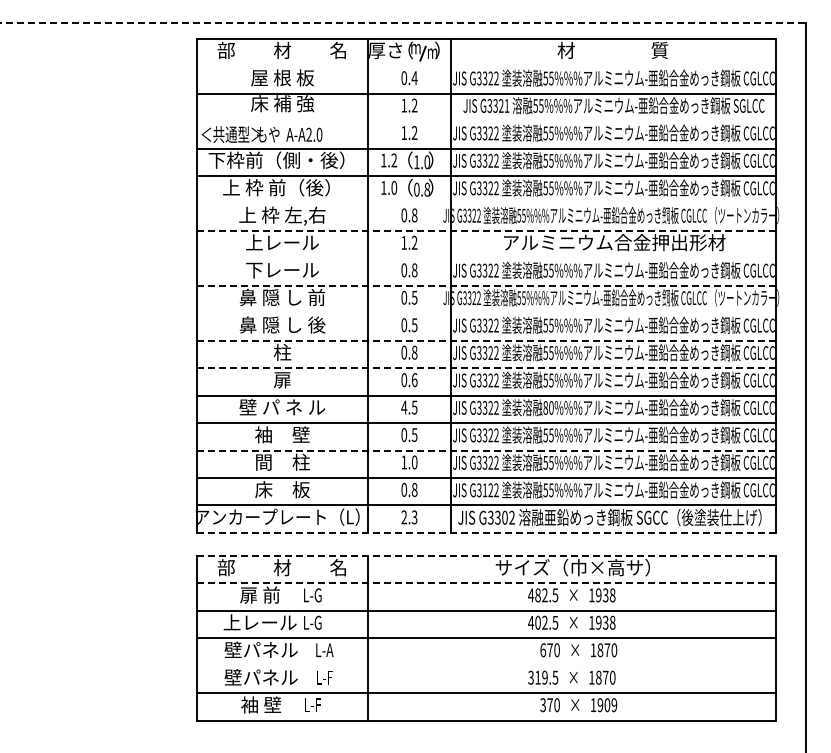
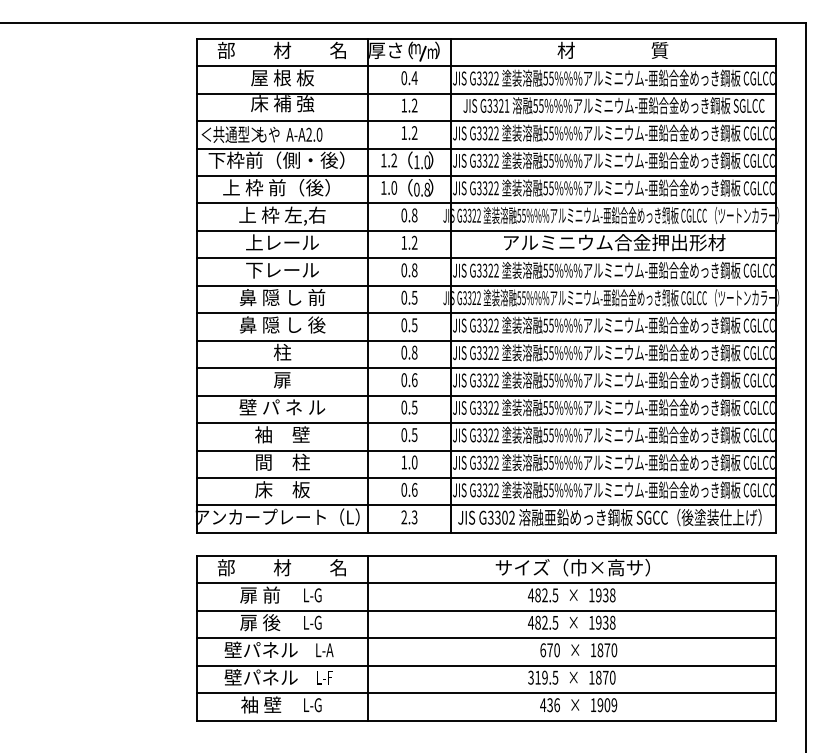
line at (403, 22): dashed -> solid
line at (485, 66): none -> present
line at (485, 121): none -> present
line at (485, 203): none -> present
line at (486, 230): dashed -> solid
line at (485, 258): none -> present
line at (486, 285): dashed -> solid
line at (485, 313): none -> present
line at (486, 340): dashed -> solid
line at (486, 368): dashed -> solid
text at (404, 407): 4.5 -> 0.5
text at (548, 407): 80%%% -> 55%%%
line at (486, 450): dashed -> solid
text at (414, 489): 0.8 -> 0.6
text at (484, 490): G3122 -> G3322
line at (486, 532): dashed -> solid
line at (486, 555): dashed -> solid
line at (486, 583): dashed -> solid
text at (259, 622): 上レール -> 扉 後
text at (537, 622): 402.5 -> 482.5
line at (485, 665): none -> present
text at (312, 705): L-F -> L-G
text at (549, 705): 370 -> 436
